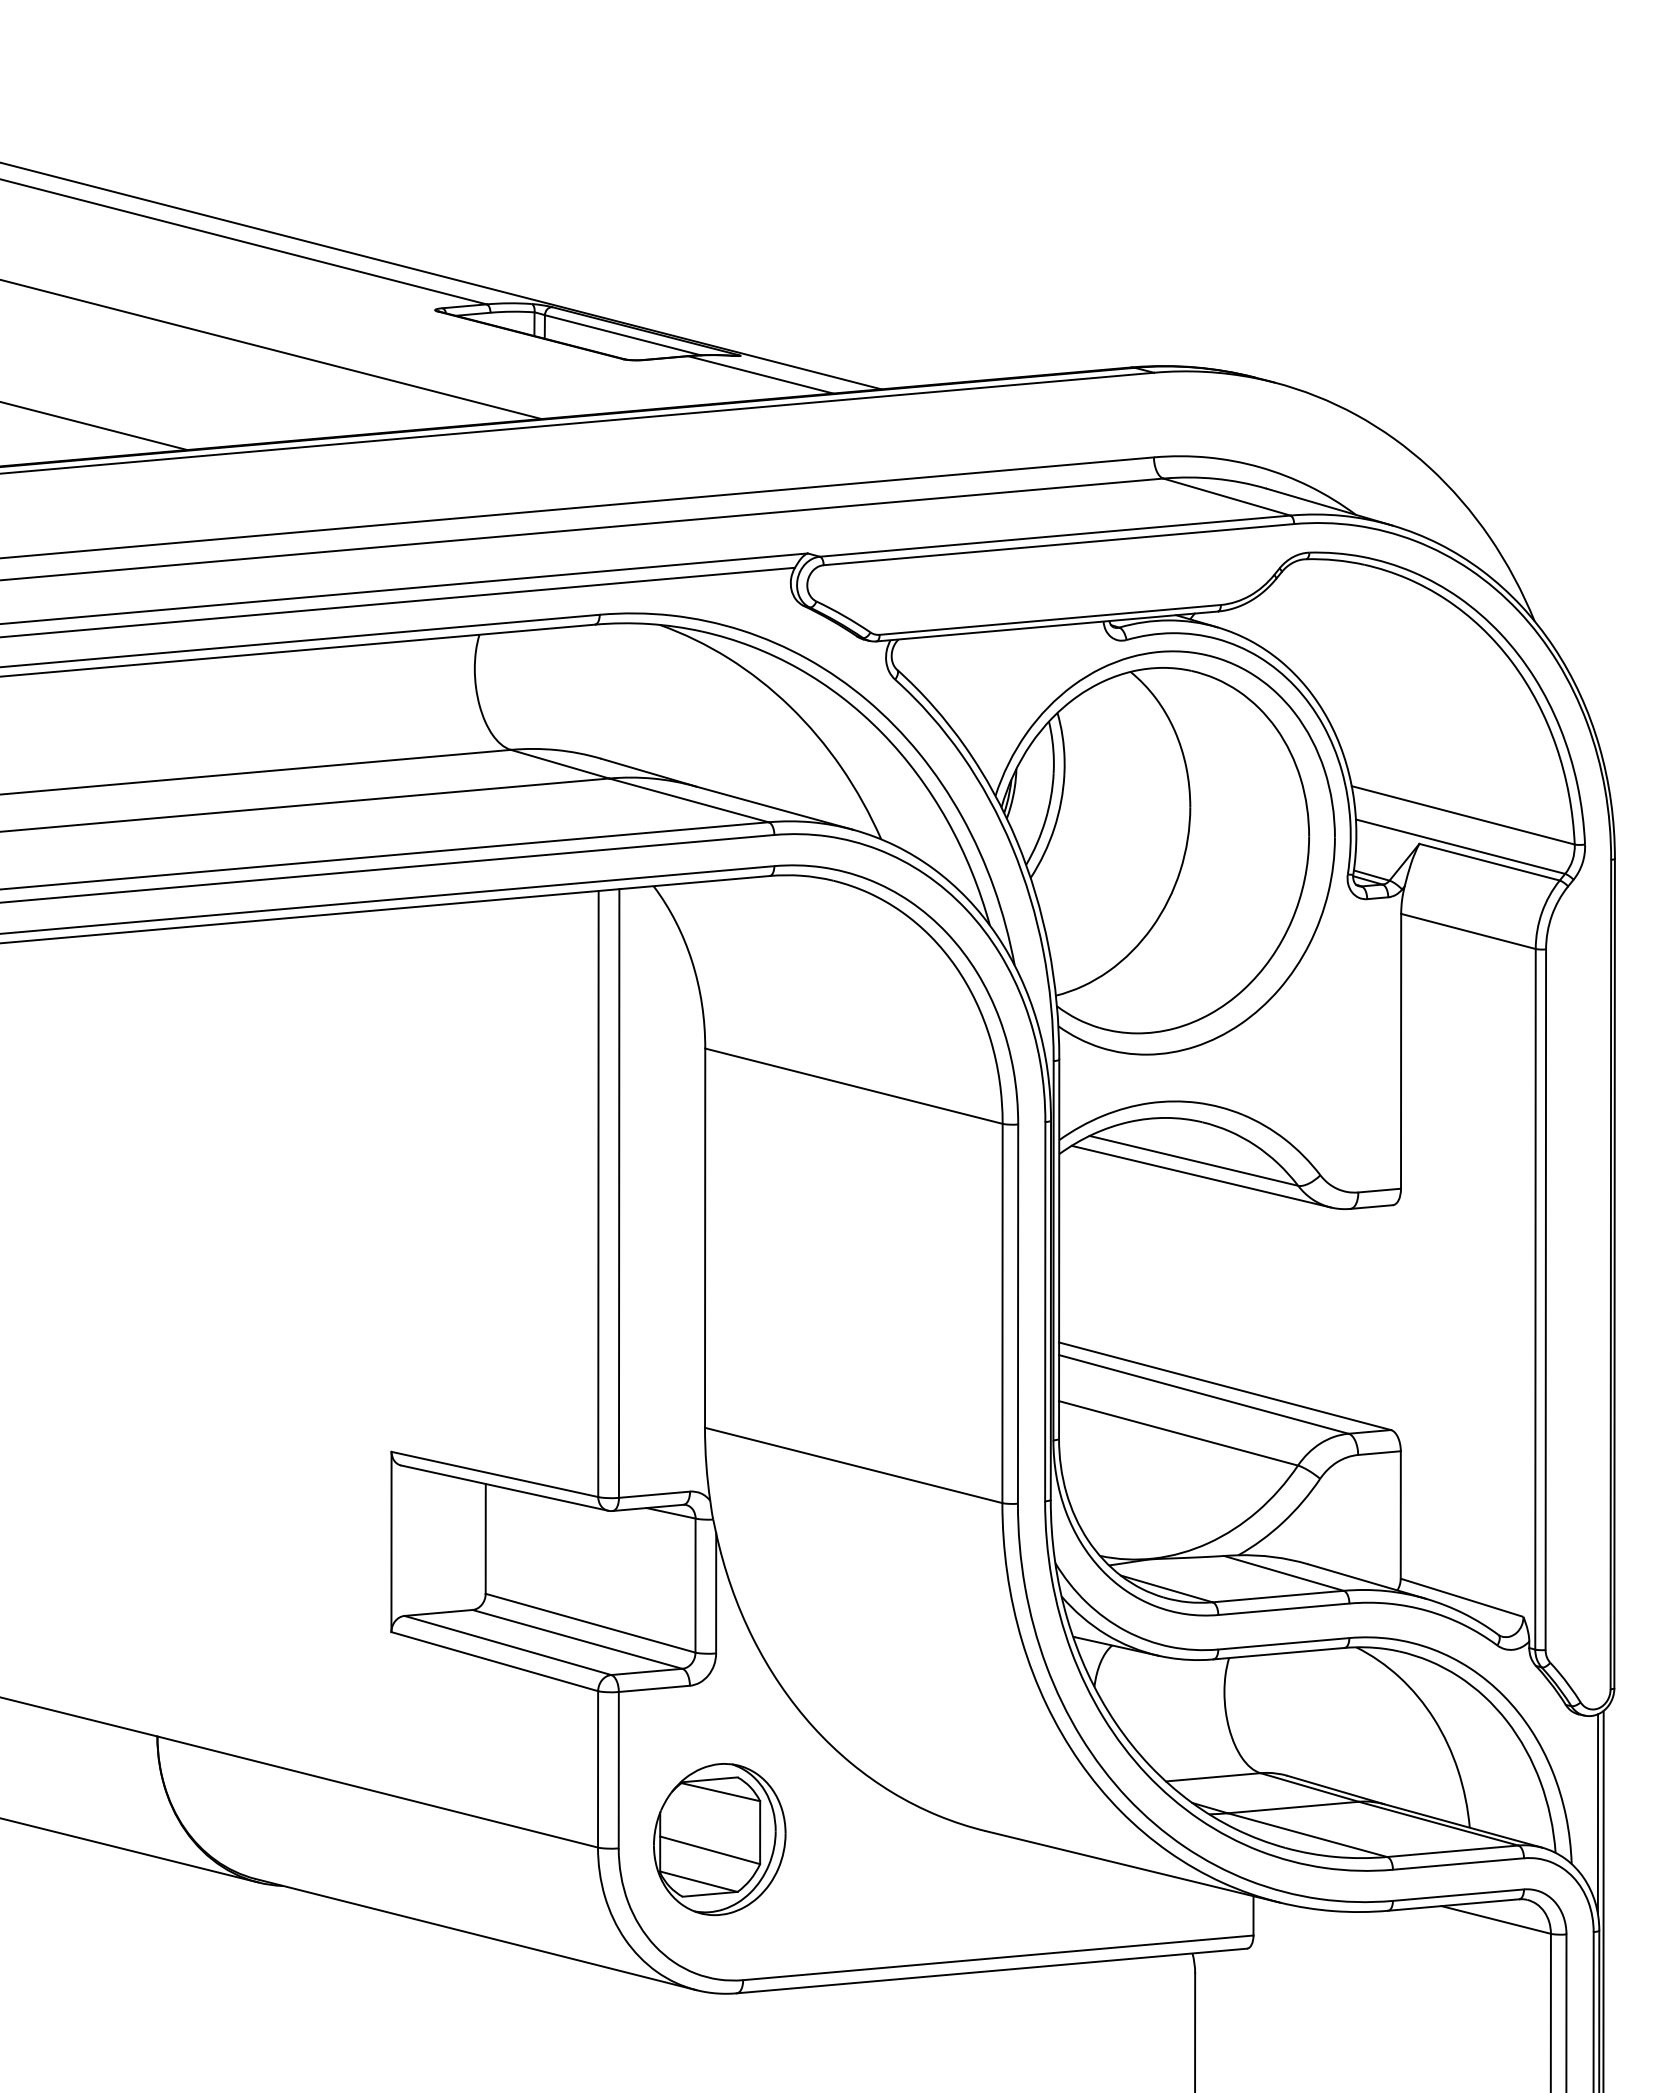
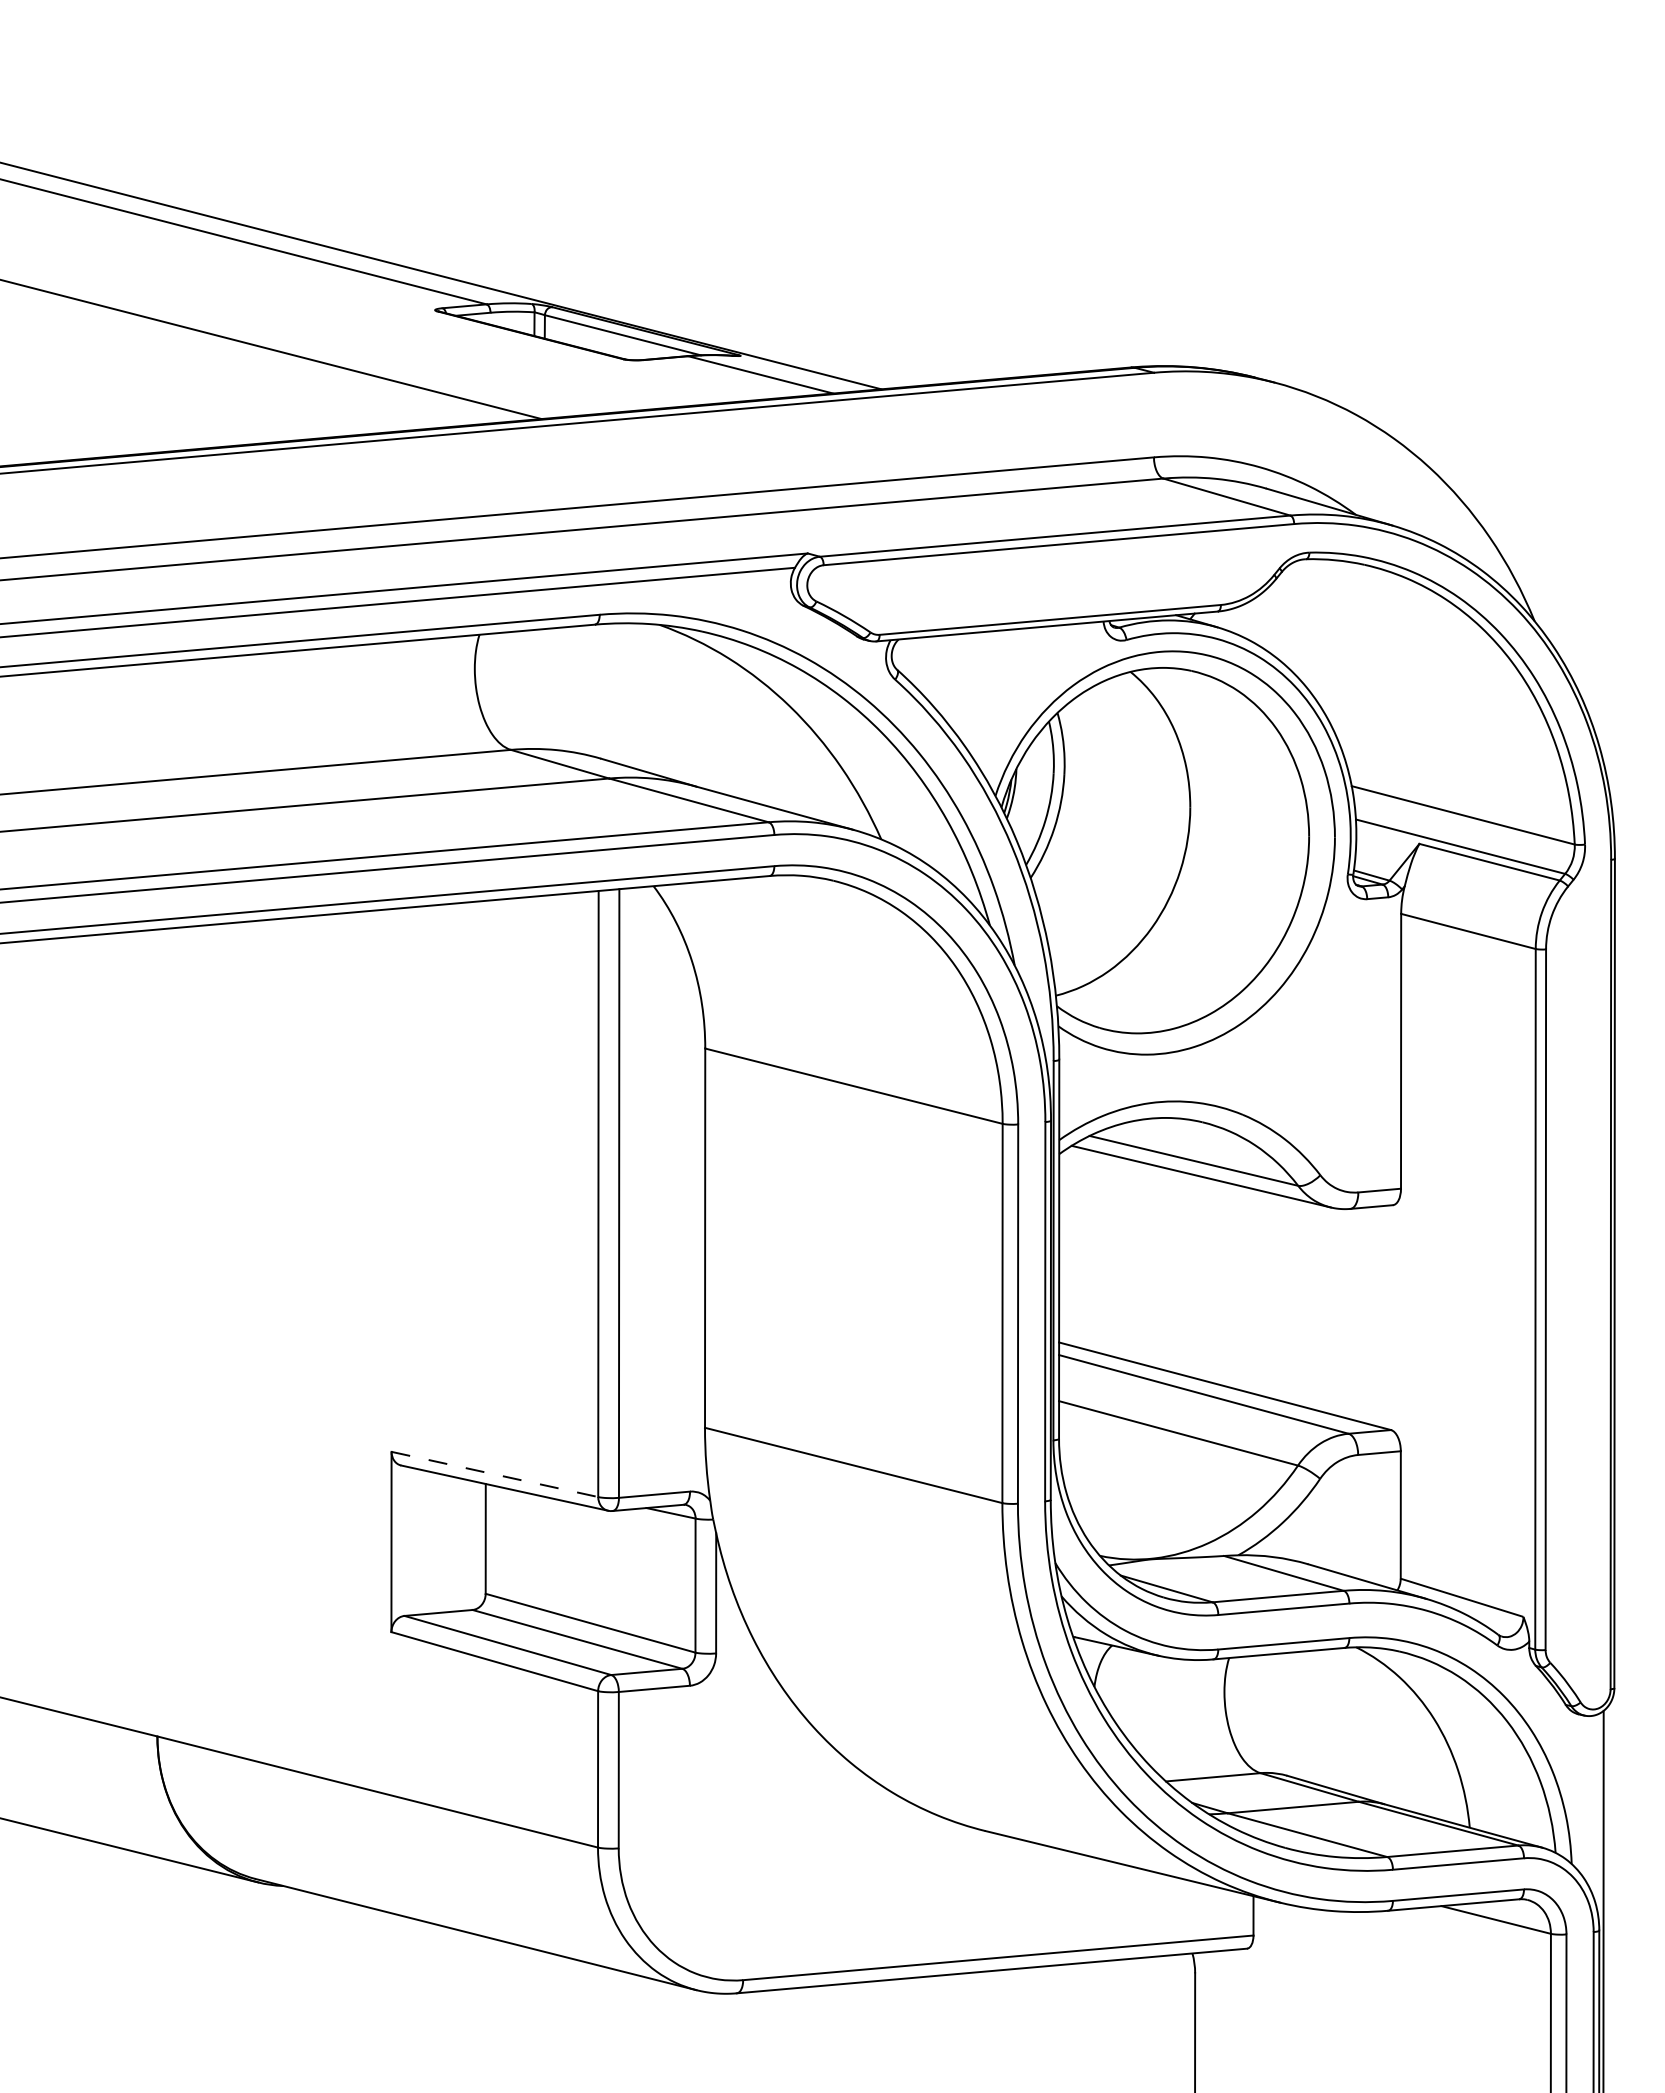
line at (94, 426): present -> none
line at (494, 1474): solid -> dashed
line at (1597, 1813): present -> none
part at (719, 1839): present -> none
